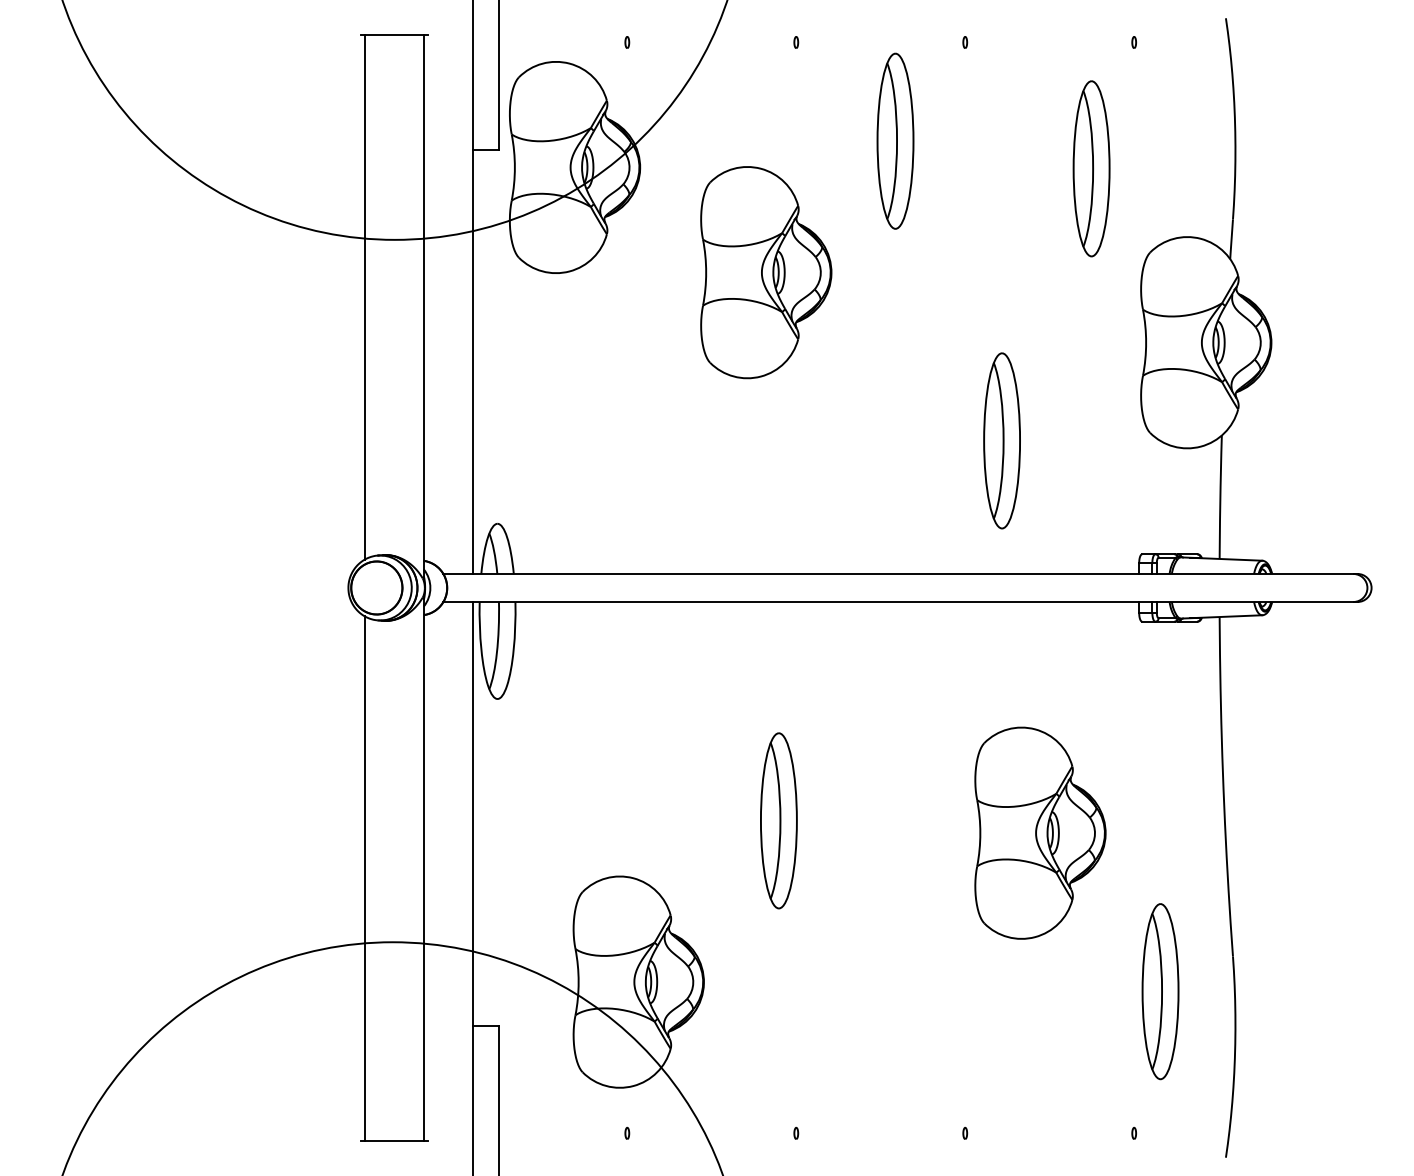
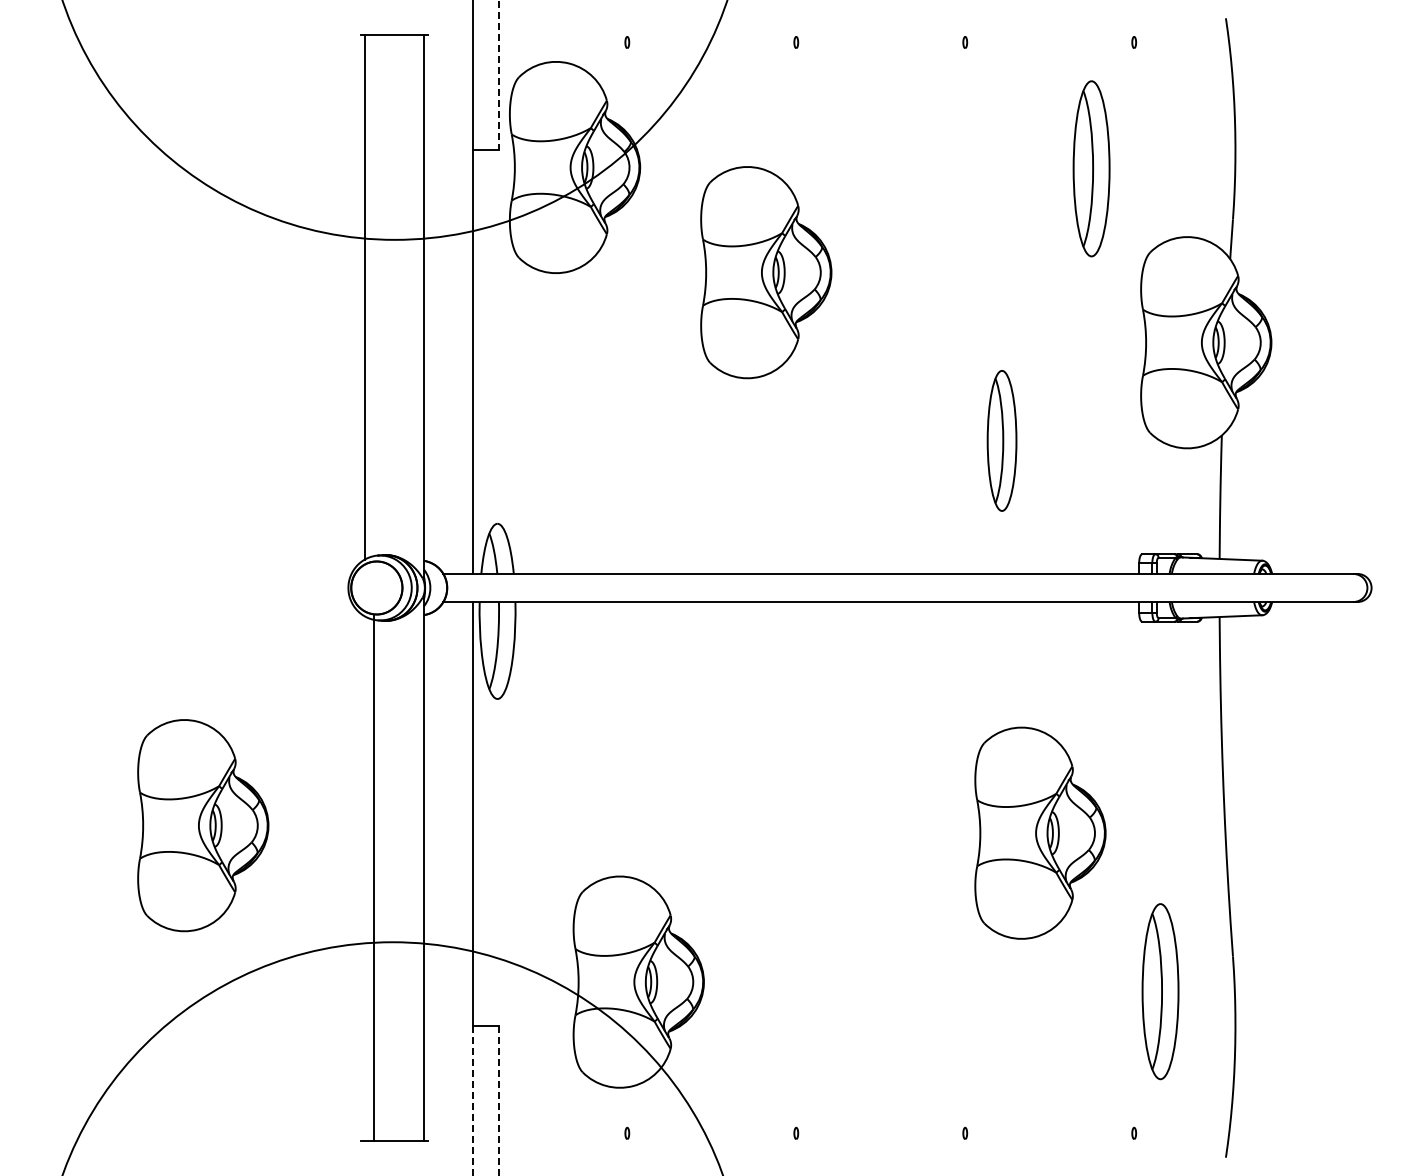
line at (499, 75): solid -> dashed
part at (895, 140): present -> none
part at (1001, 440) size: 38x178 px -> 32x142 px
part at (778, 820): present -> none
part at (203, 825): none -> present
line at (364, 878) position: (364, 878) -> (373, 878)
line at (473, 1100): solid -> dashed
line at (499, 1100): solid -> dashed
